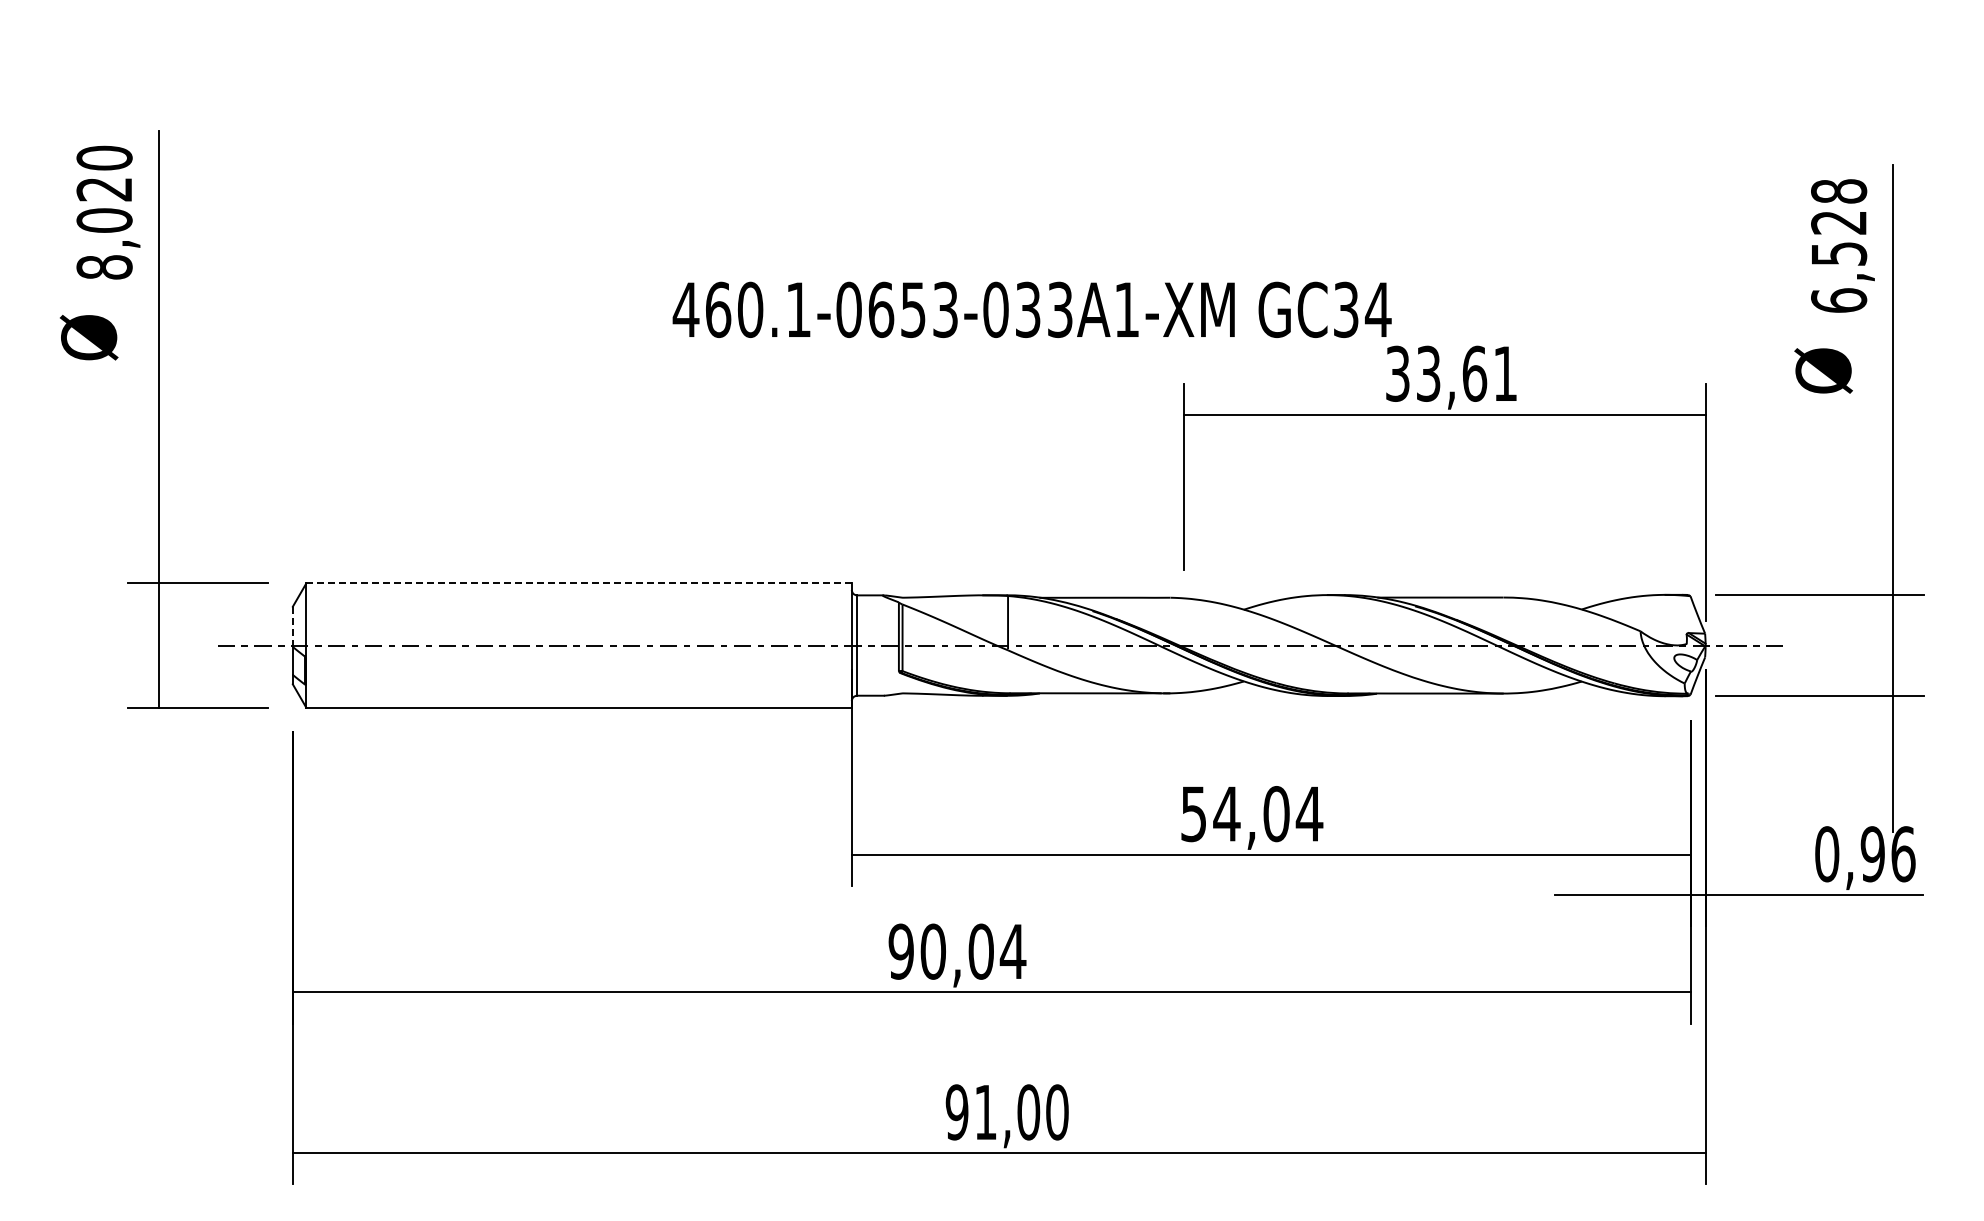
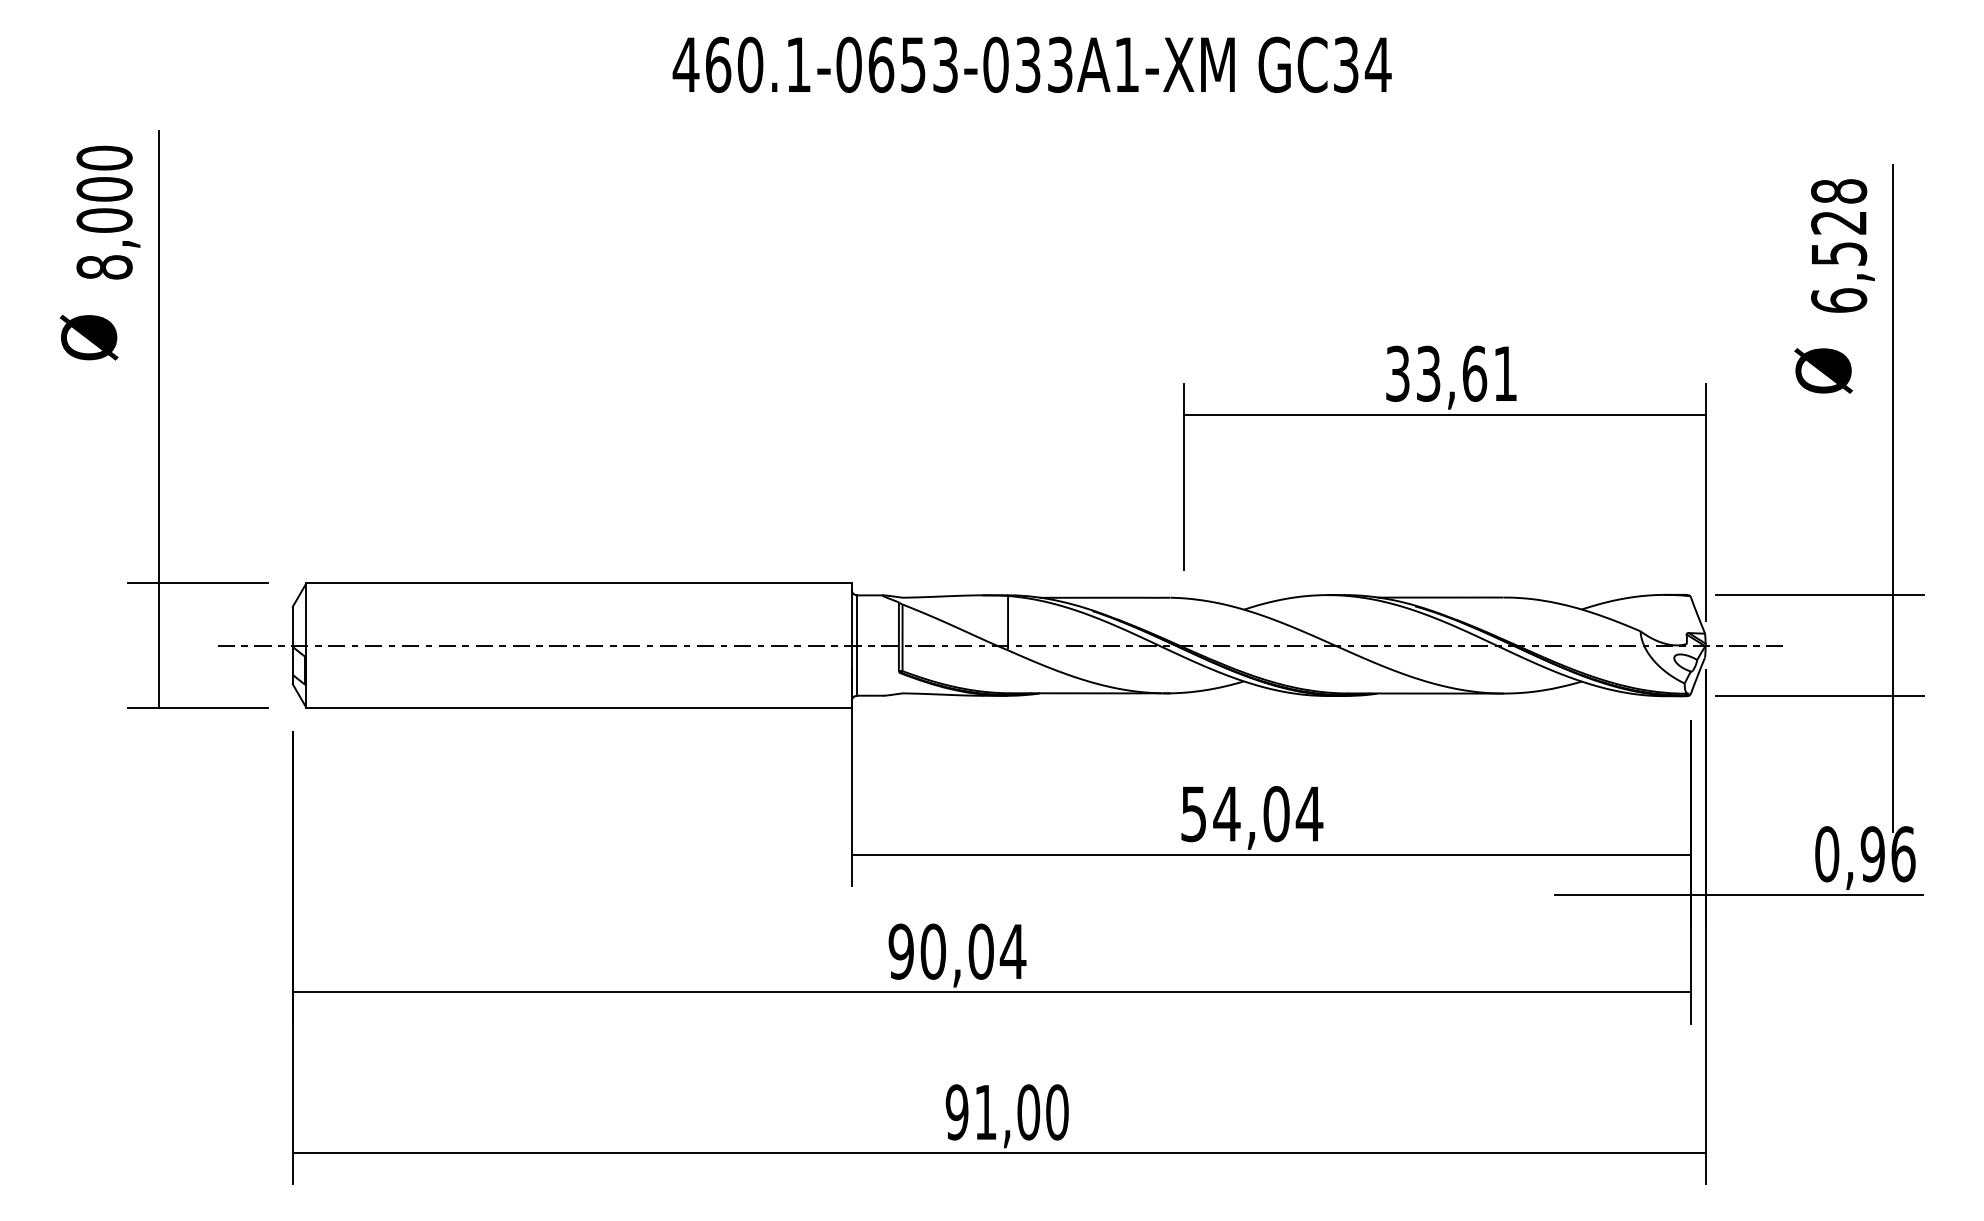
text at (104, 189): 8,020 -> 8,000
text at (1031, 309) position: (1031, 309) -> (1031, 64)
line at (579, 583): dashed -> solid
line at (292, 627): dashed -> solid
